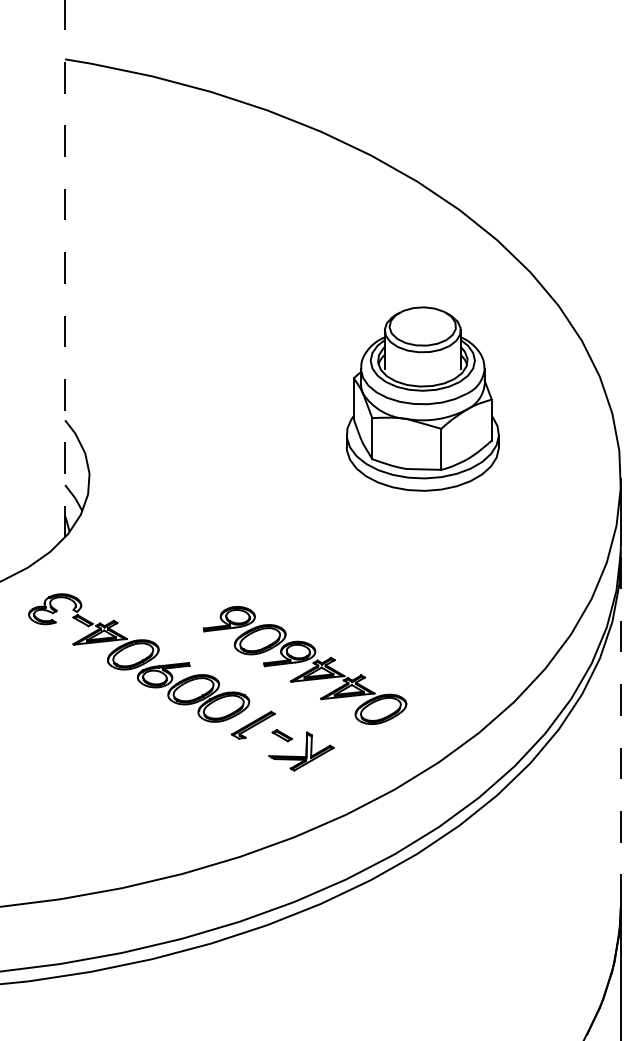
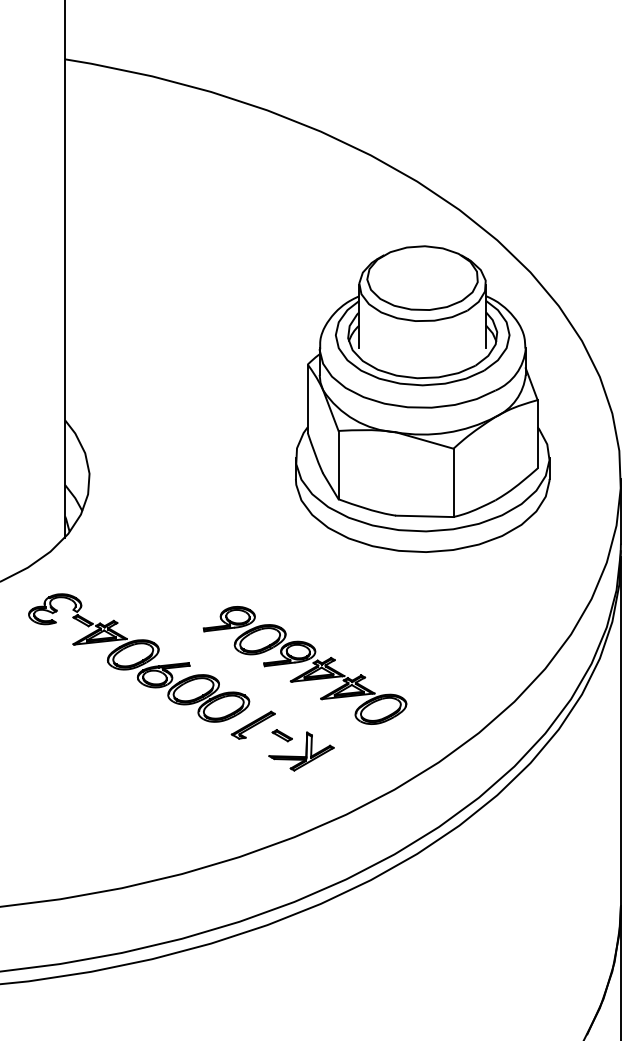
line at (65, 268): dashed -> solid
part at (422, 398) size: 155x186 px -> 256x308 px
line at (620, 731): dashed -> solid
